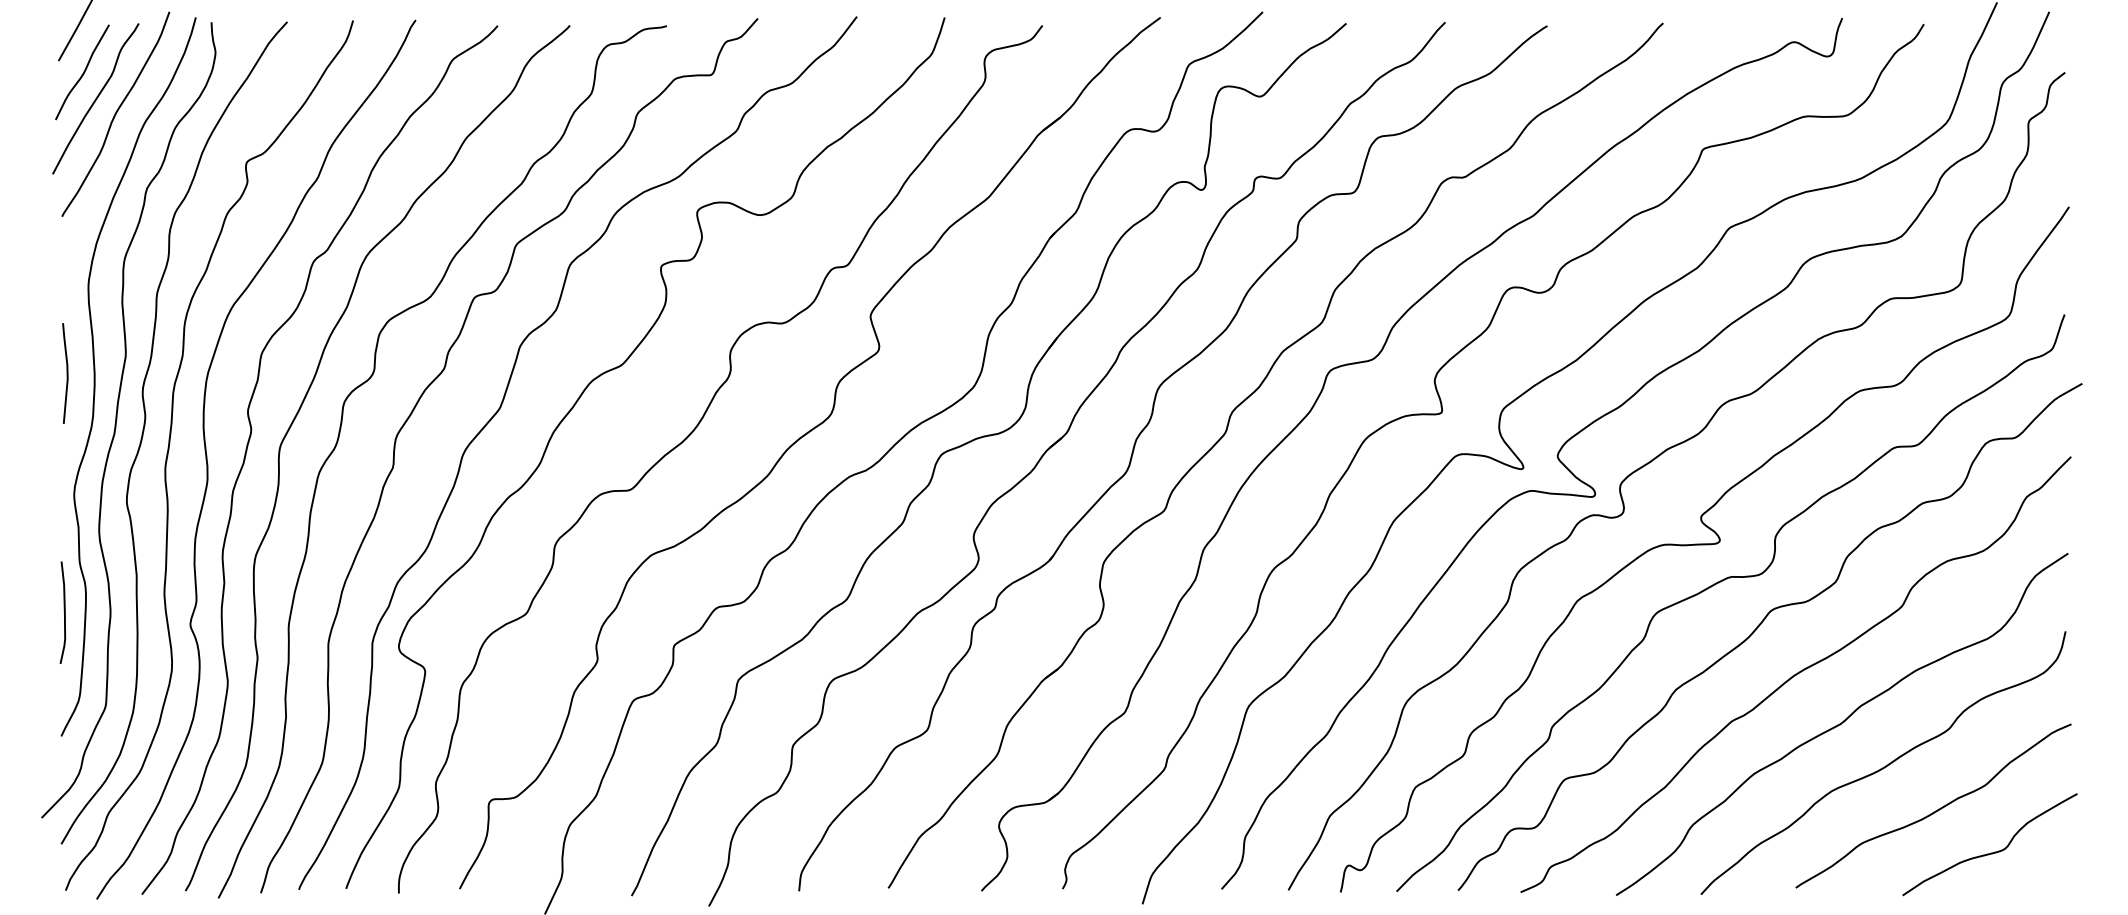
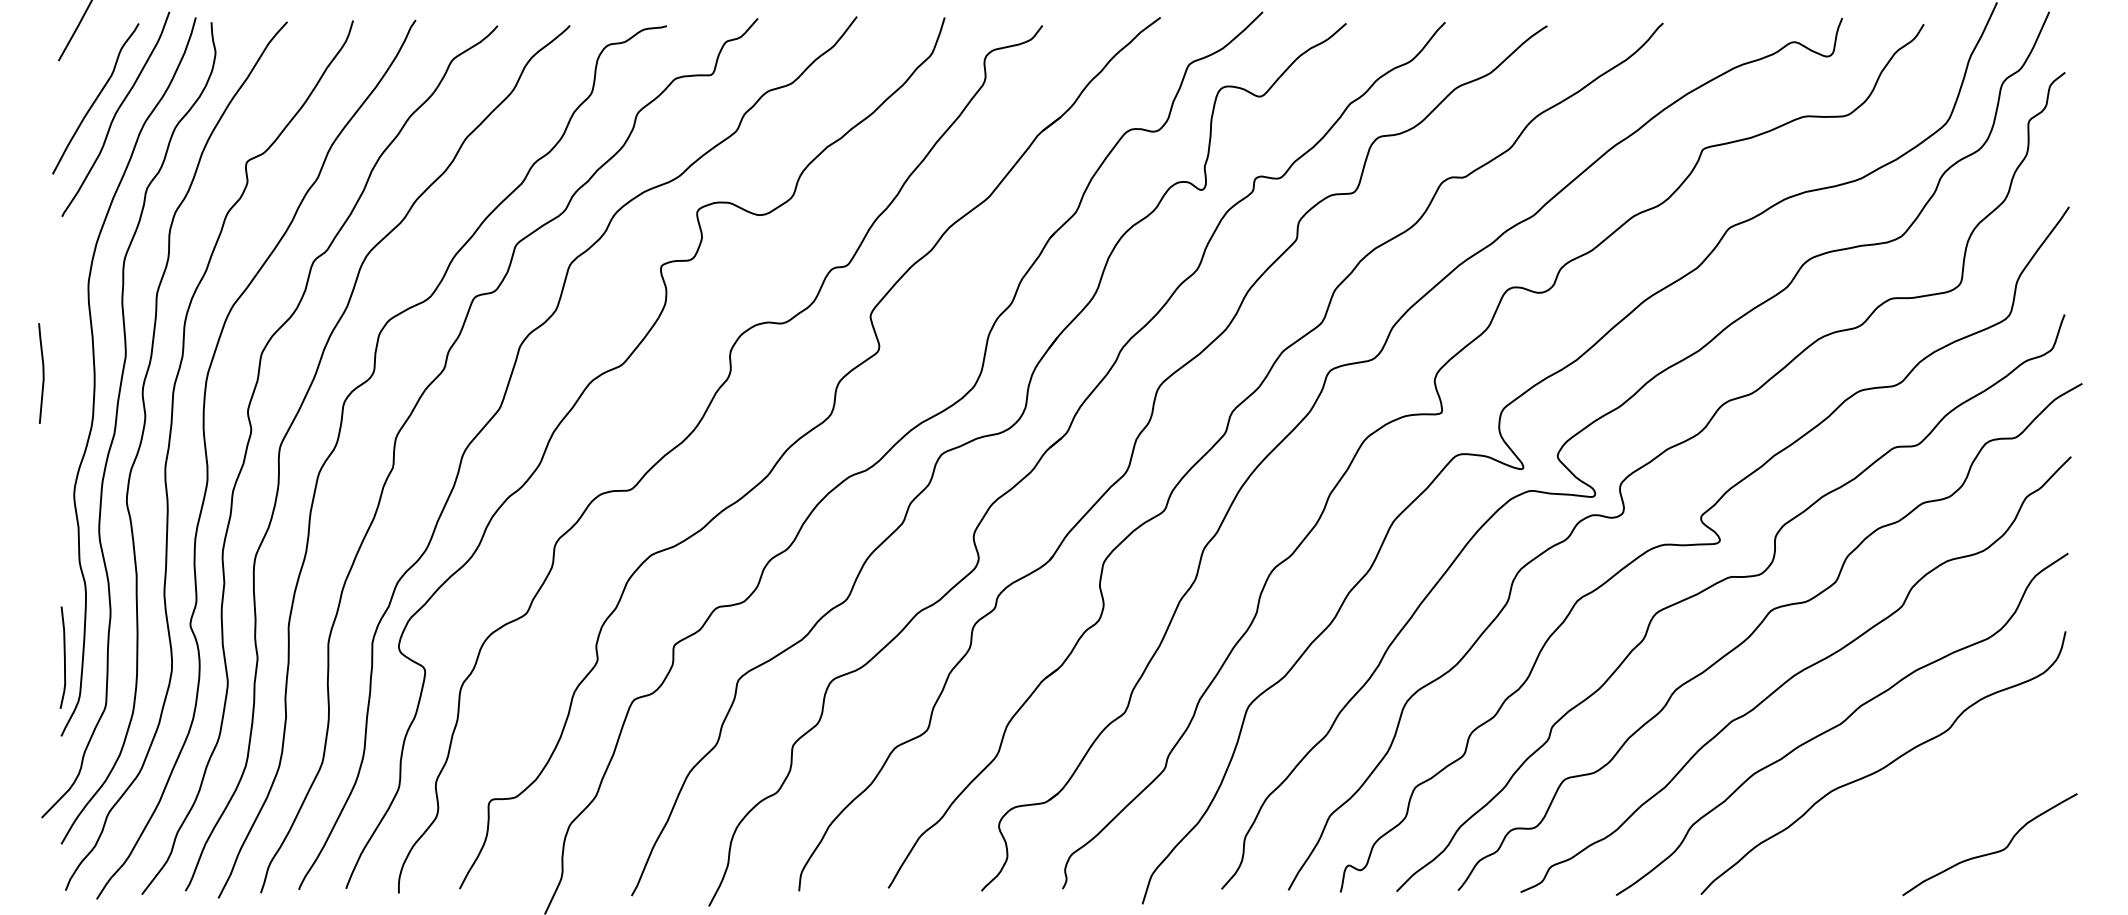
curve at (83, 72): present -> none
line at (66, 373) position: (66, 373) -> (42, 373)
curve at (64, 612) position: (64, 612) -> (64, 657)
curve at (1935, 810): present -> none
